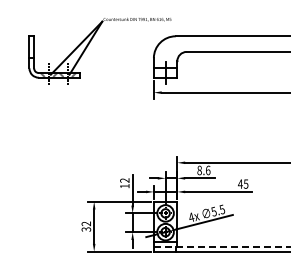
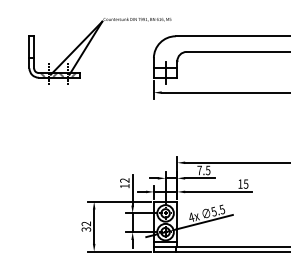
text at (203, 170): 8.6 -> 7.5
text at (240, 183): 45 -> 15
line at (222, 247): dashed -> solid
